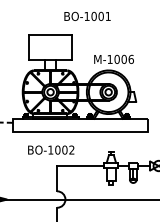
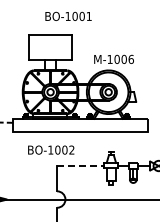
text at (87, 15) position: (87, 15) -> (68, 15)
line at (80, 165): solid -> dashed
